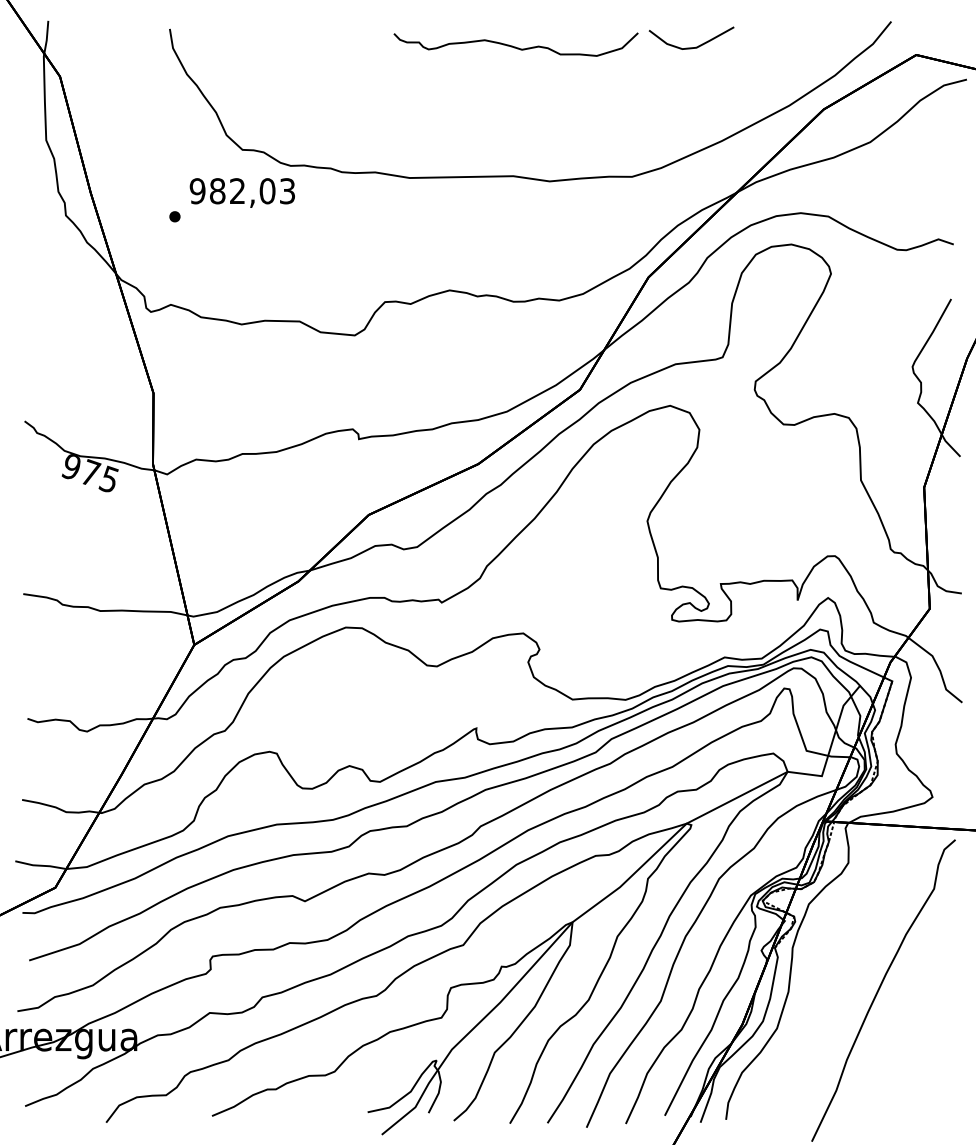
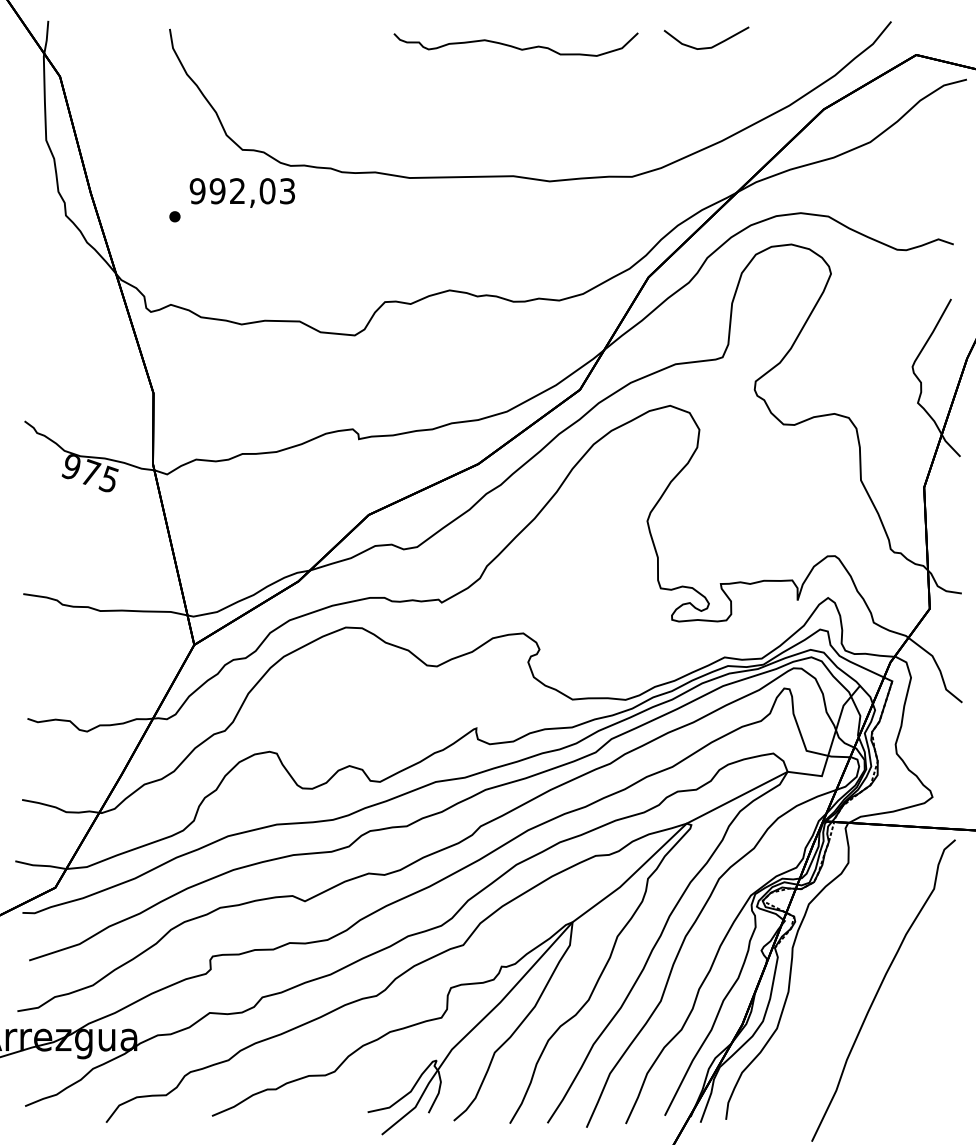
curve at (691, 47) position: (691, 47) -> (706, 47)
text at (217, 191): 982,03 -> 992,03
